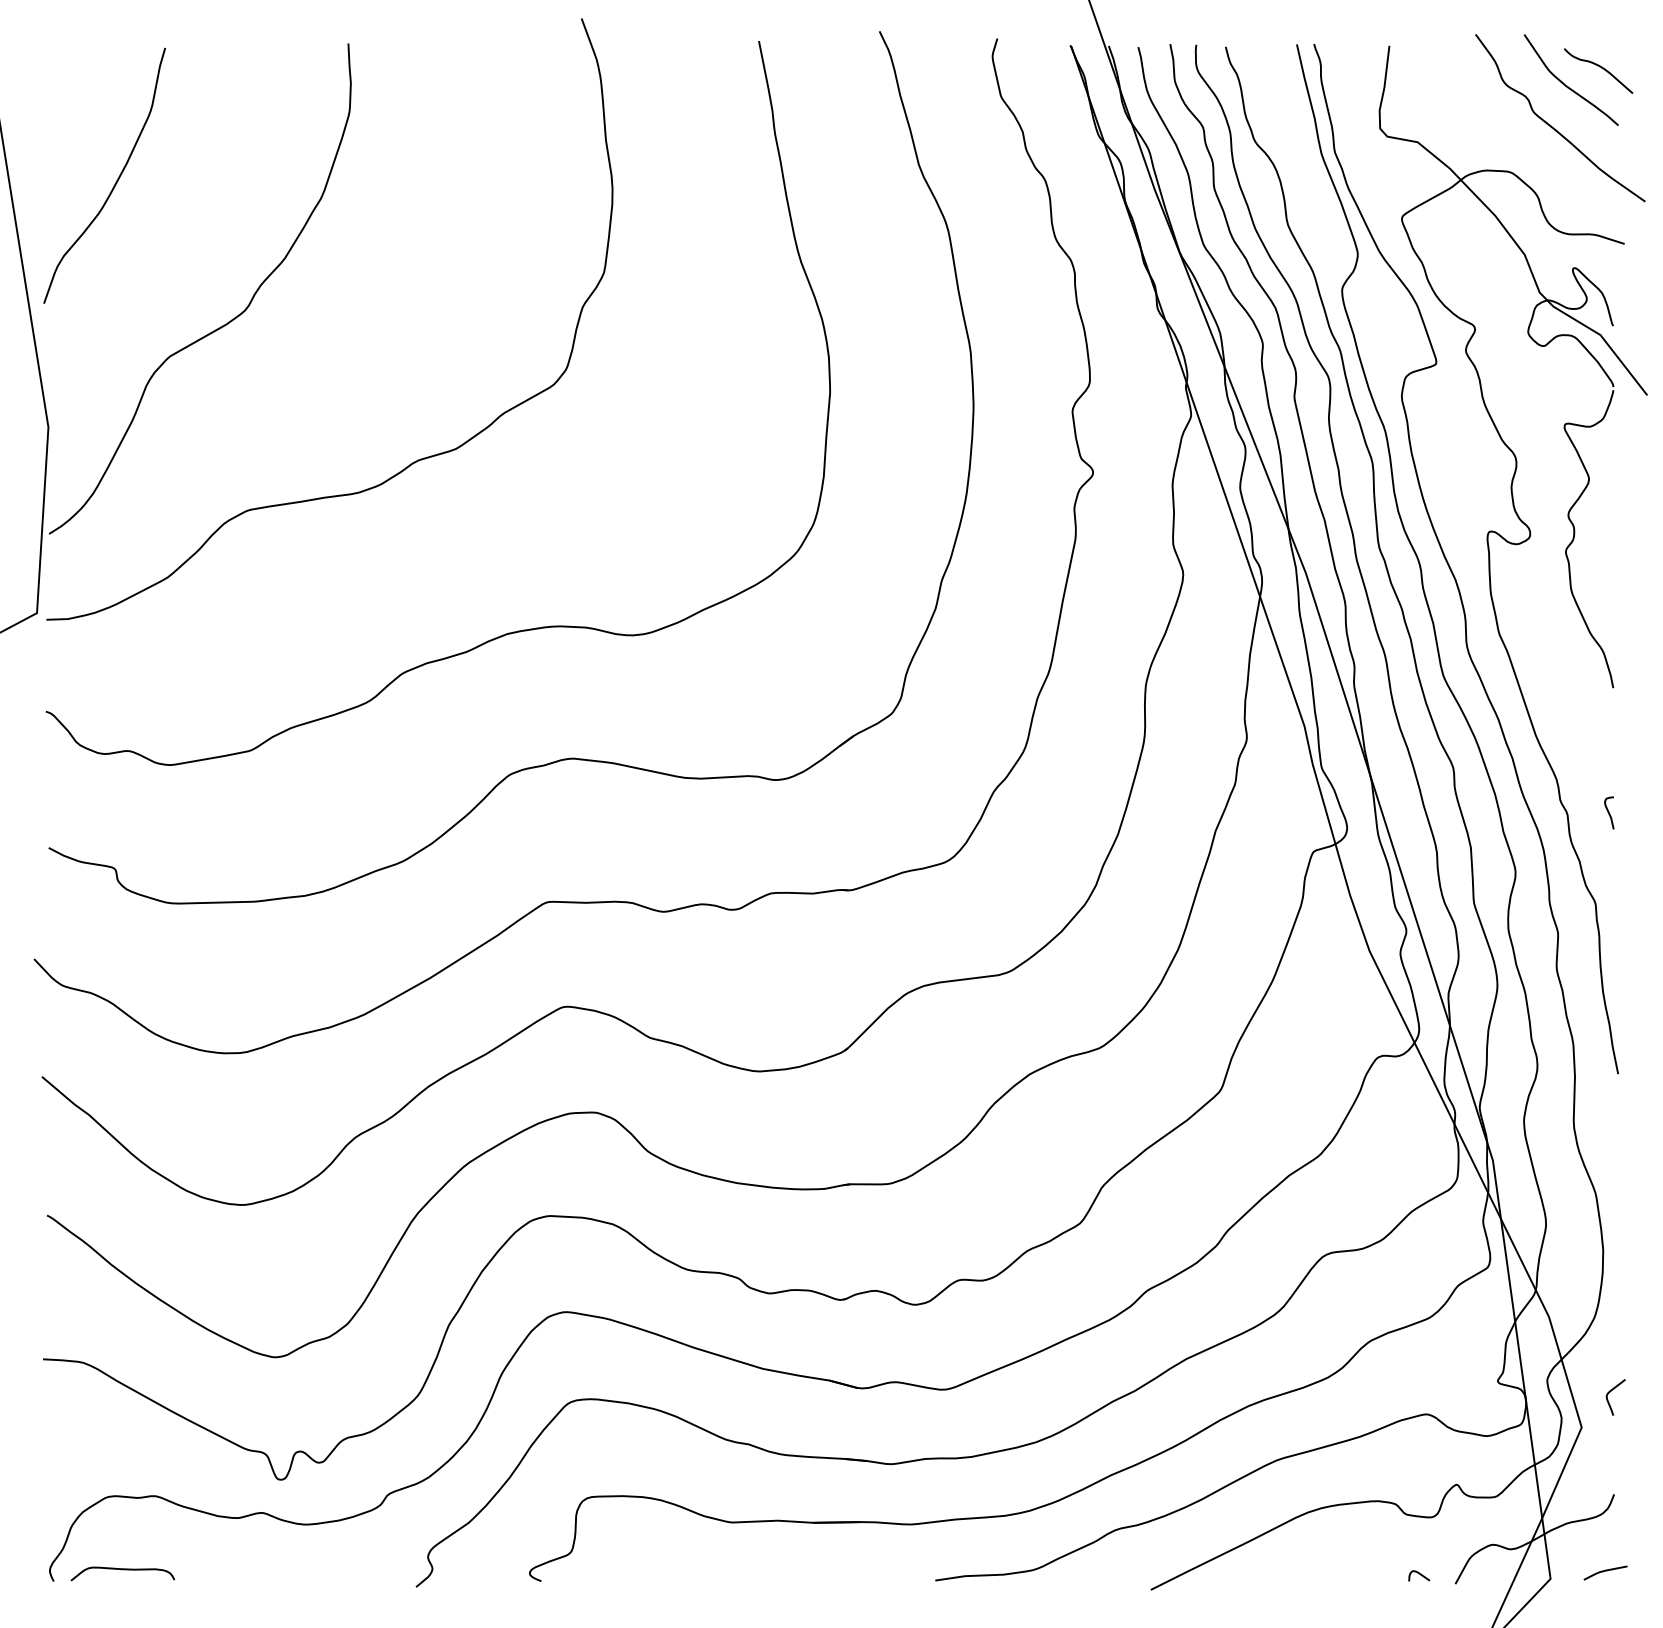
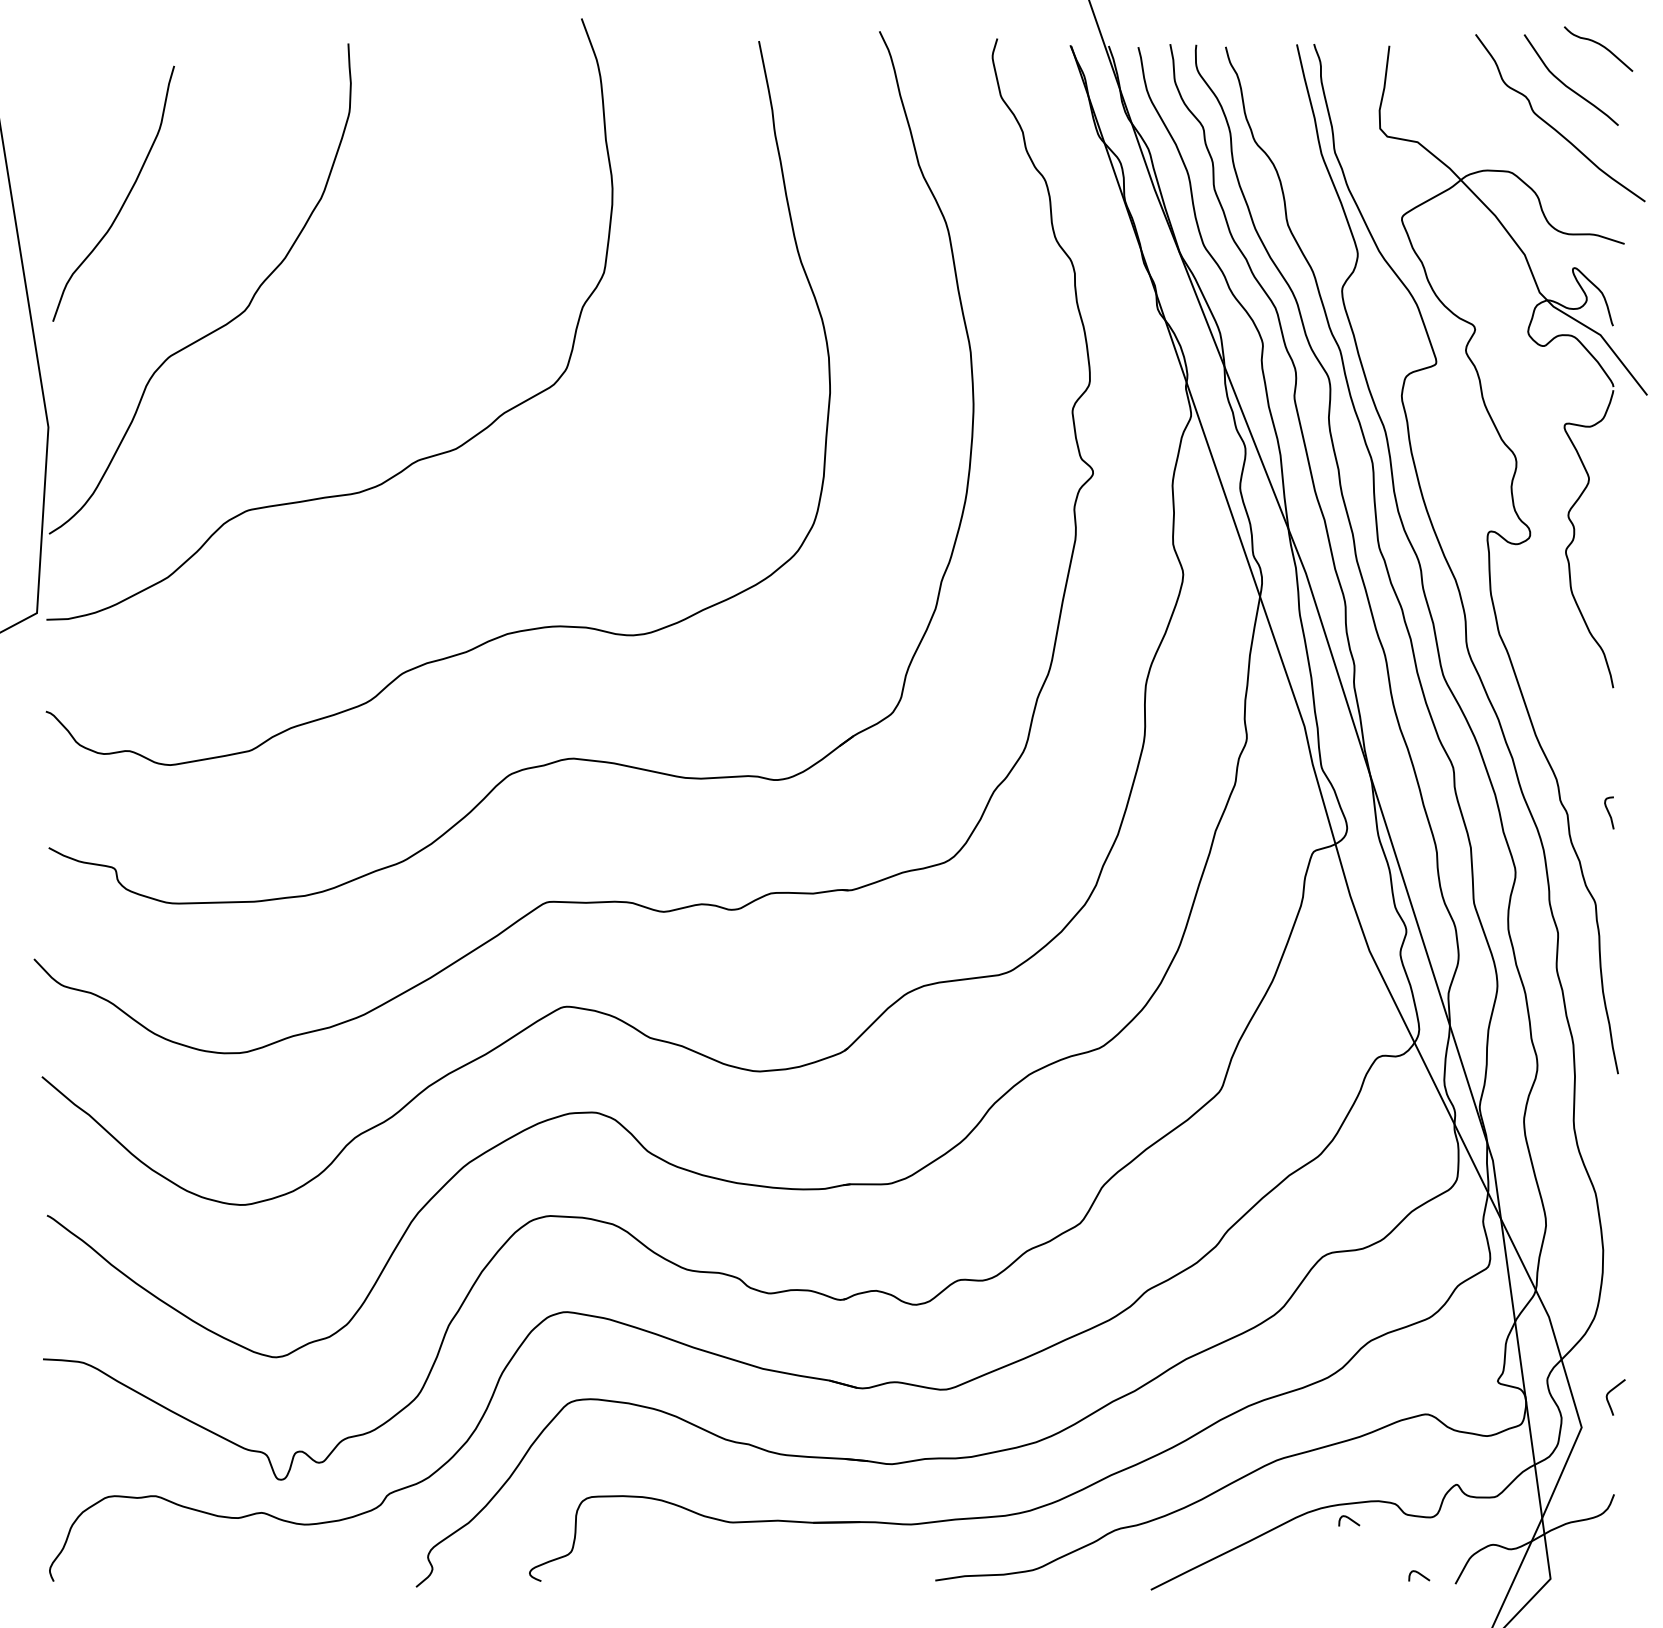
curve at (1599, 67) position: (1599, 67) -> (1599, 45)
curve at (116, 180) position: (116, 180) -> (125, 198)
curve at (1349, 1519): none -> present
curve at (122, 1570): present -> none
line at (1605, 1571): present -> none
